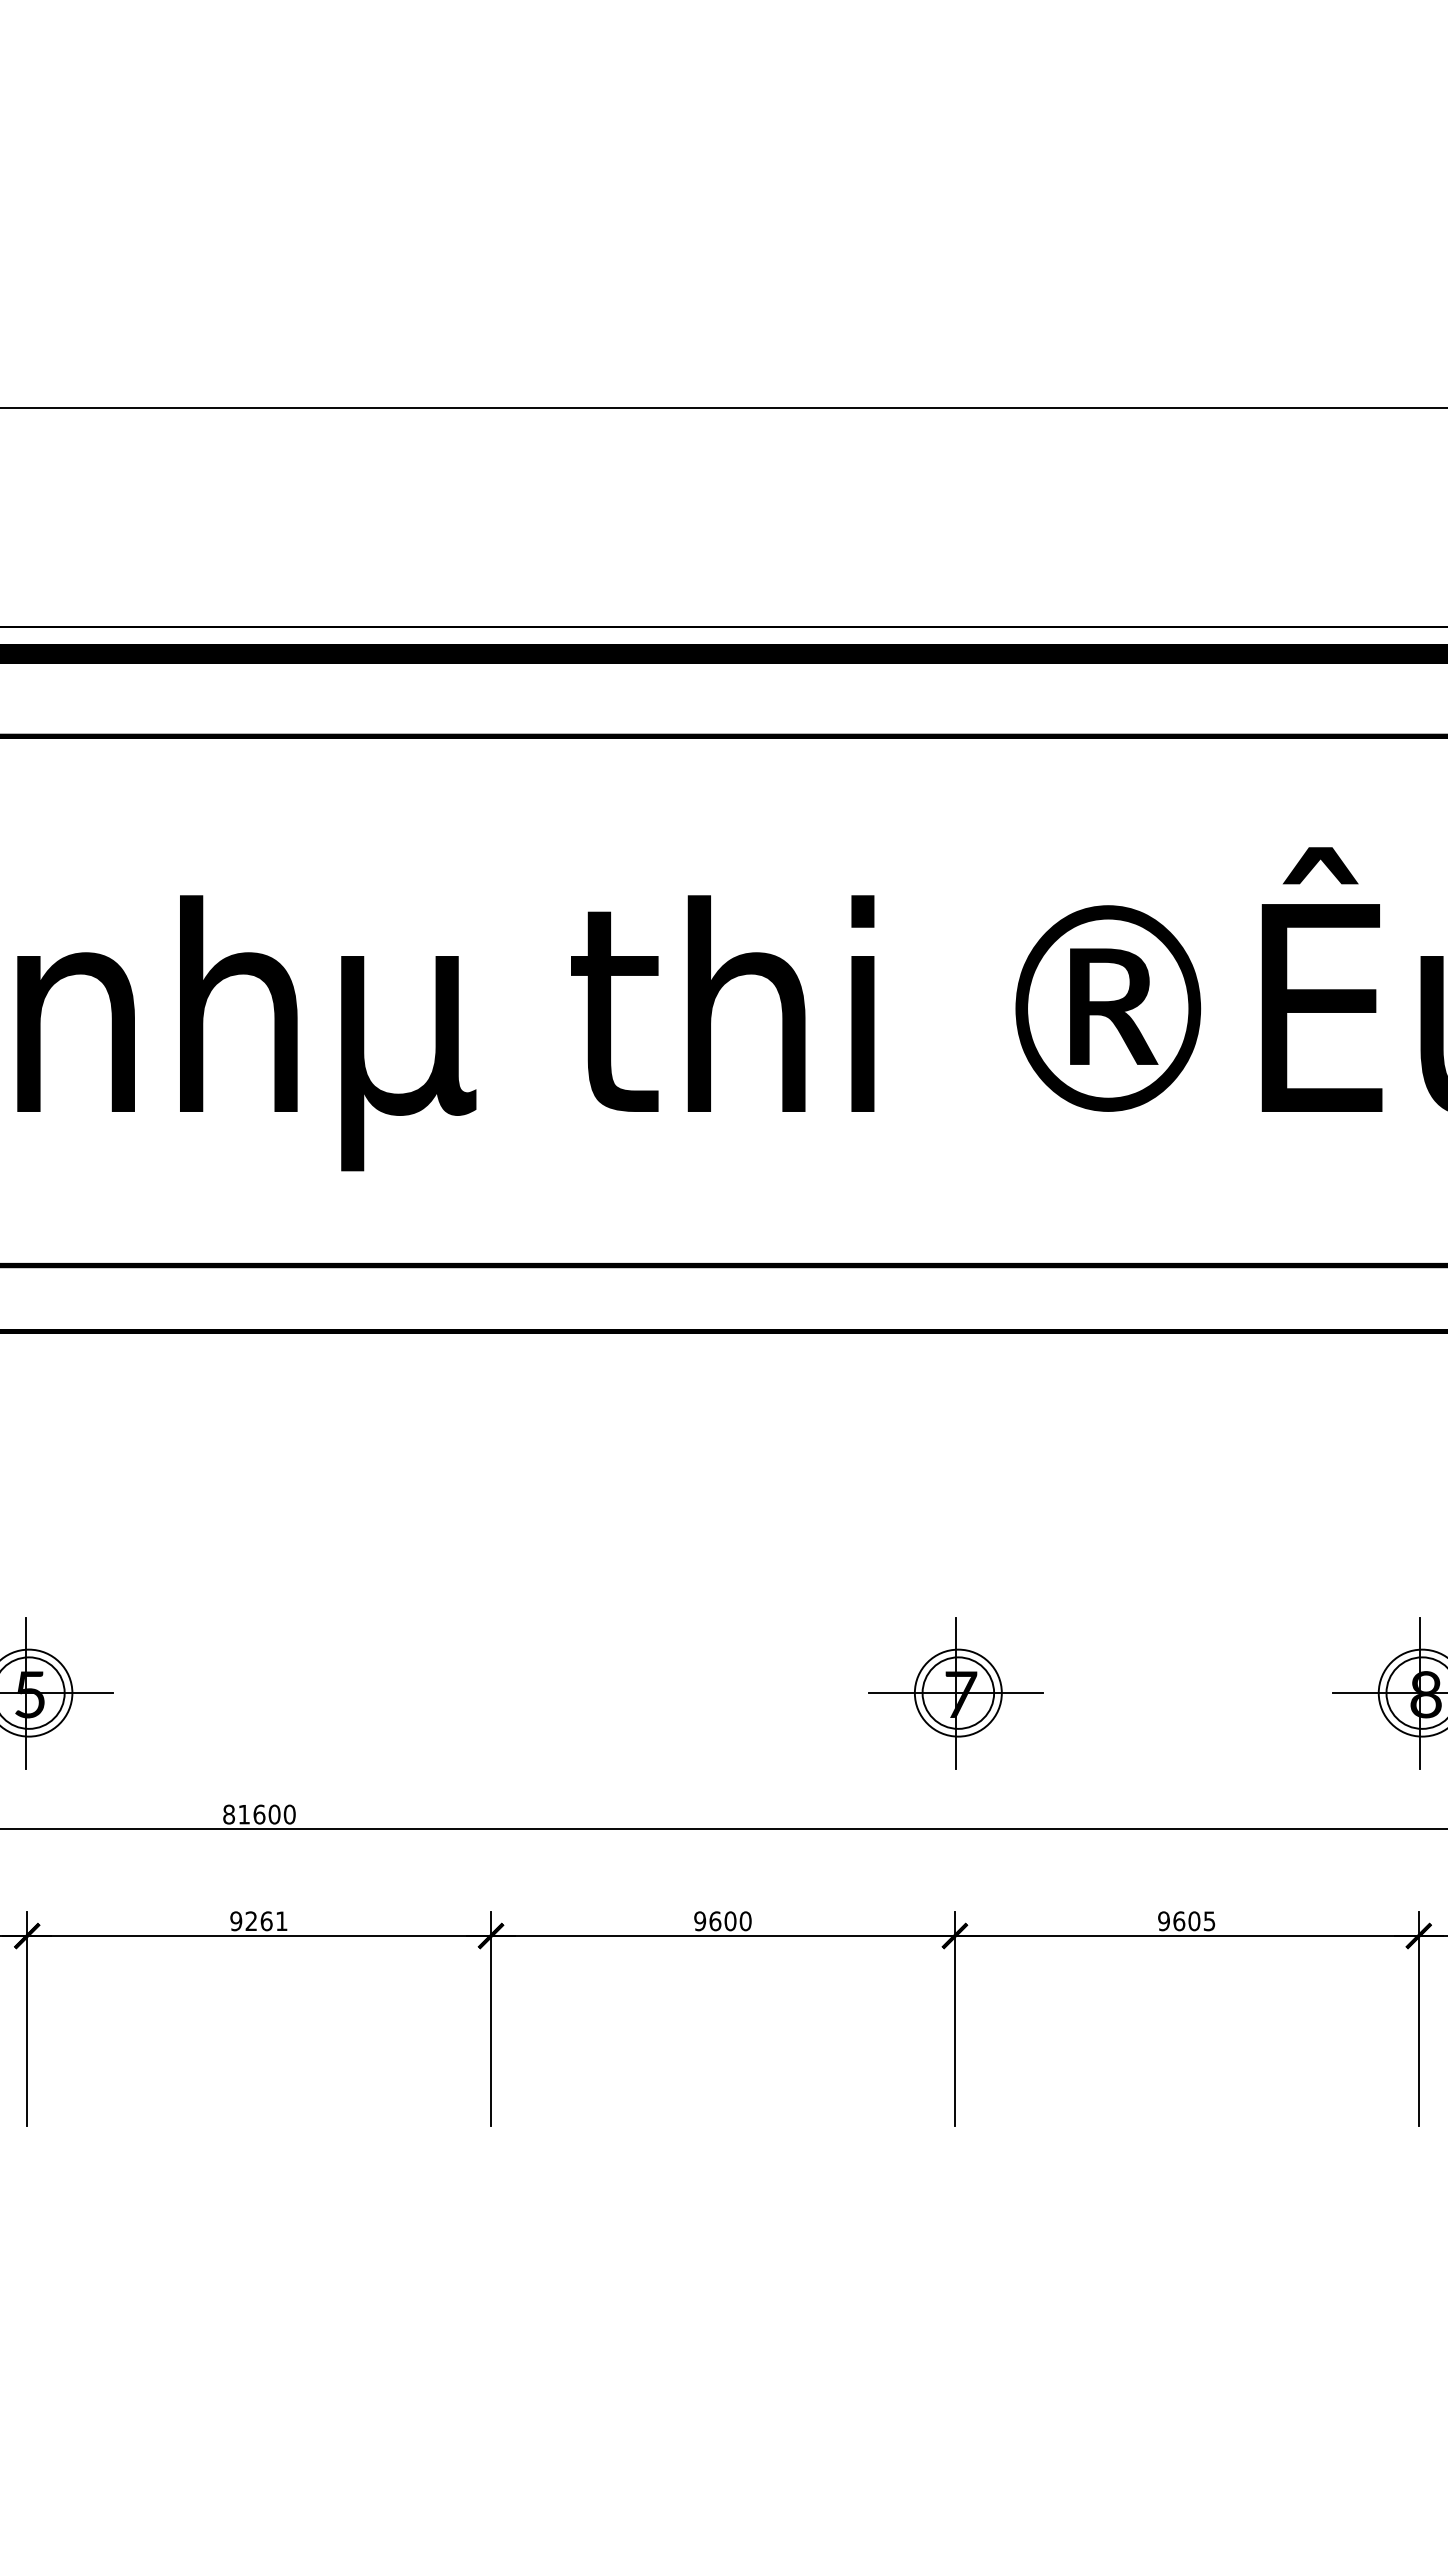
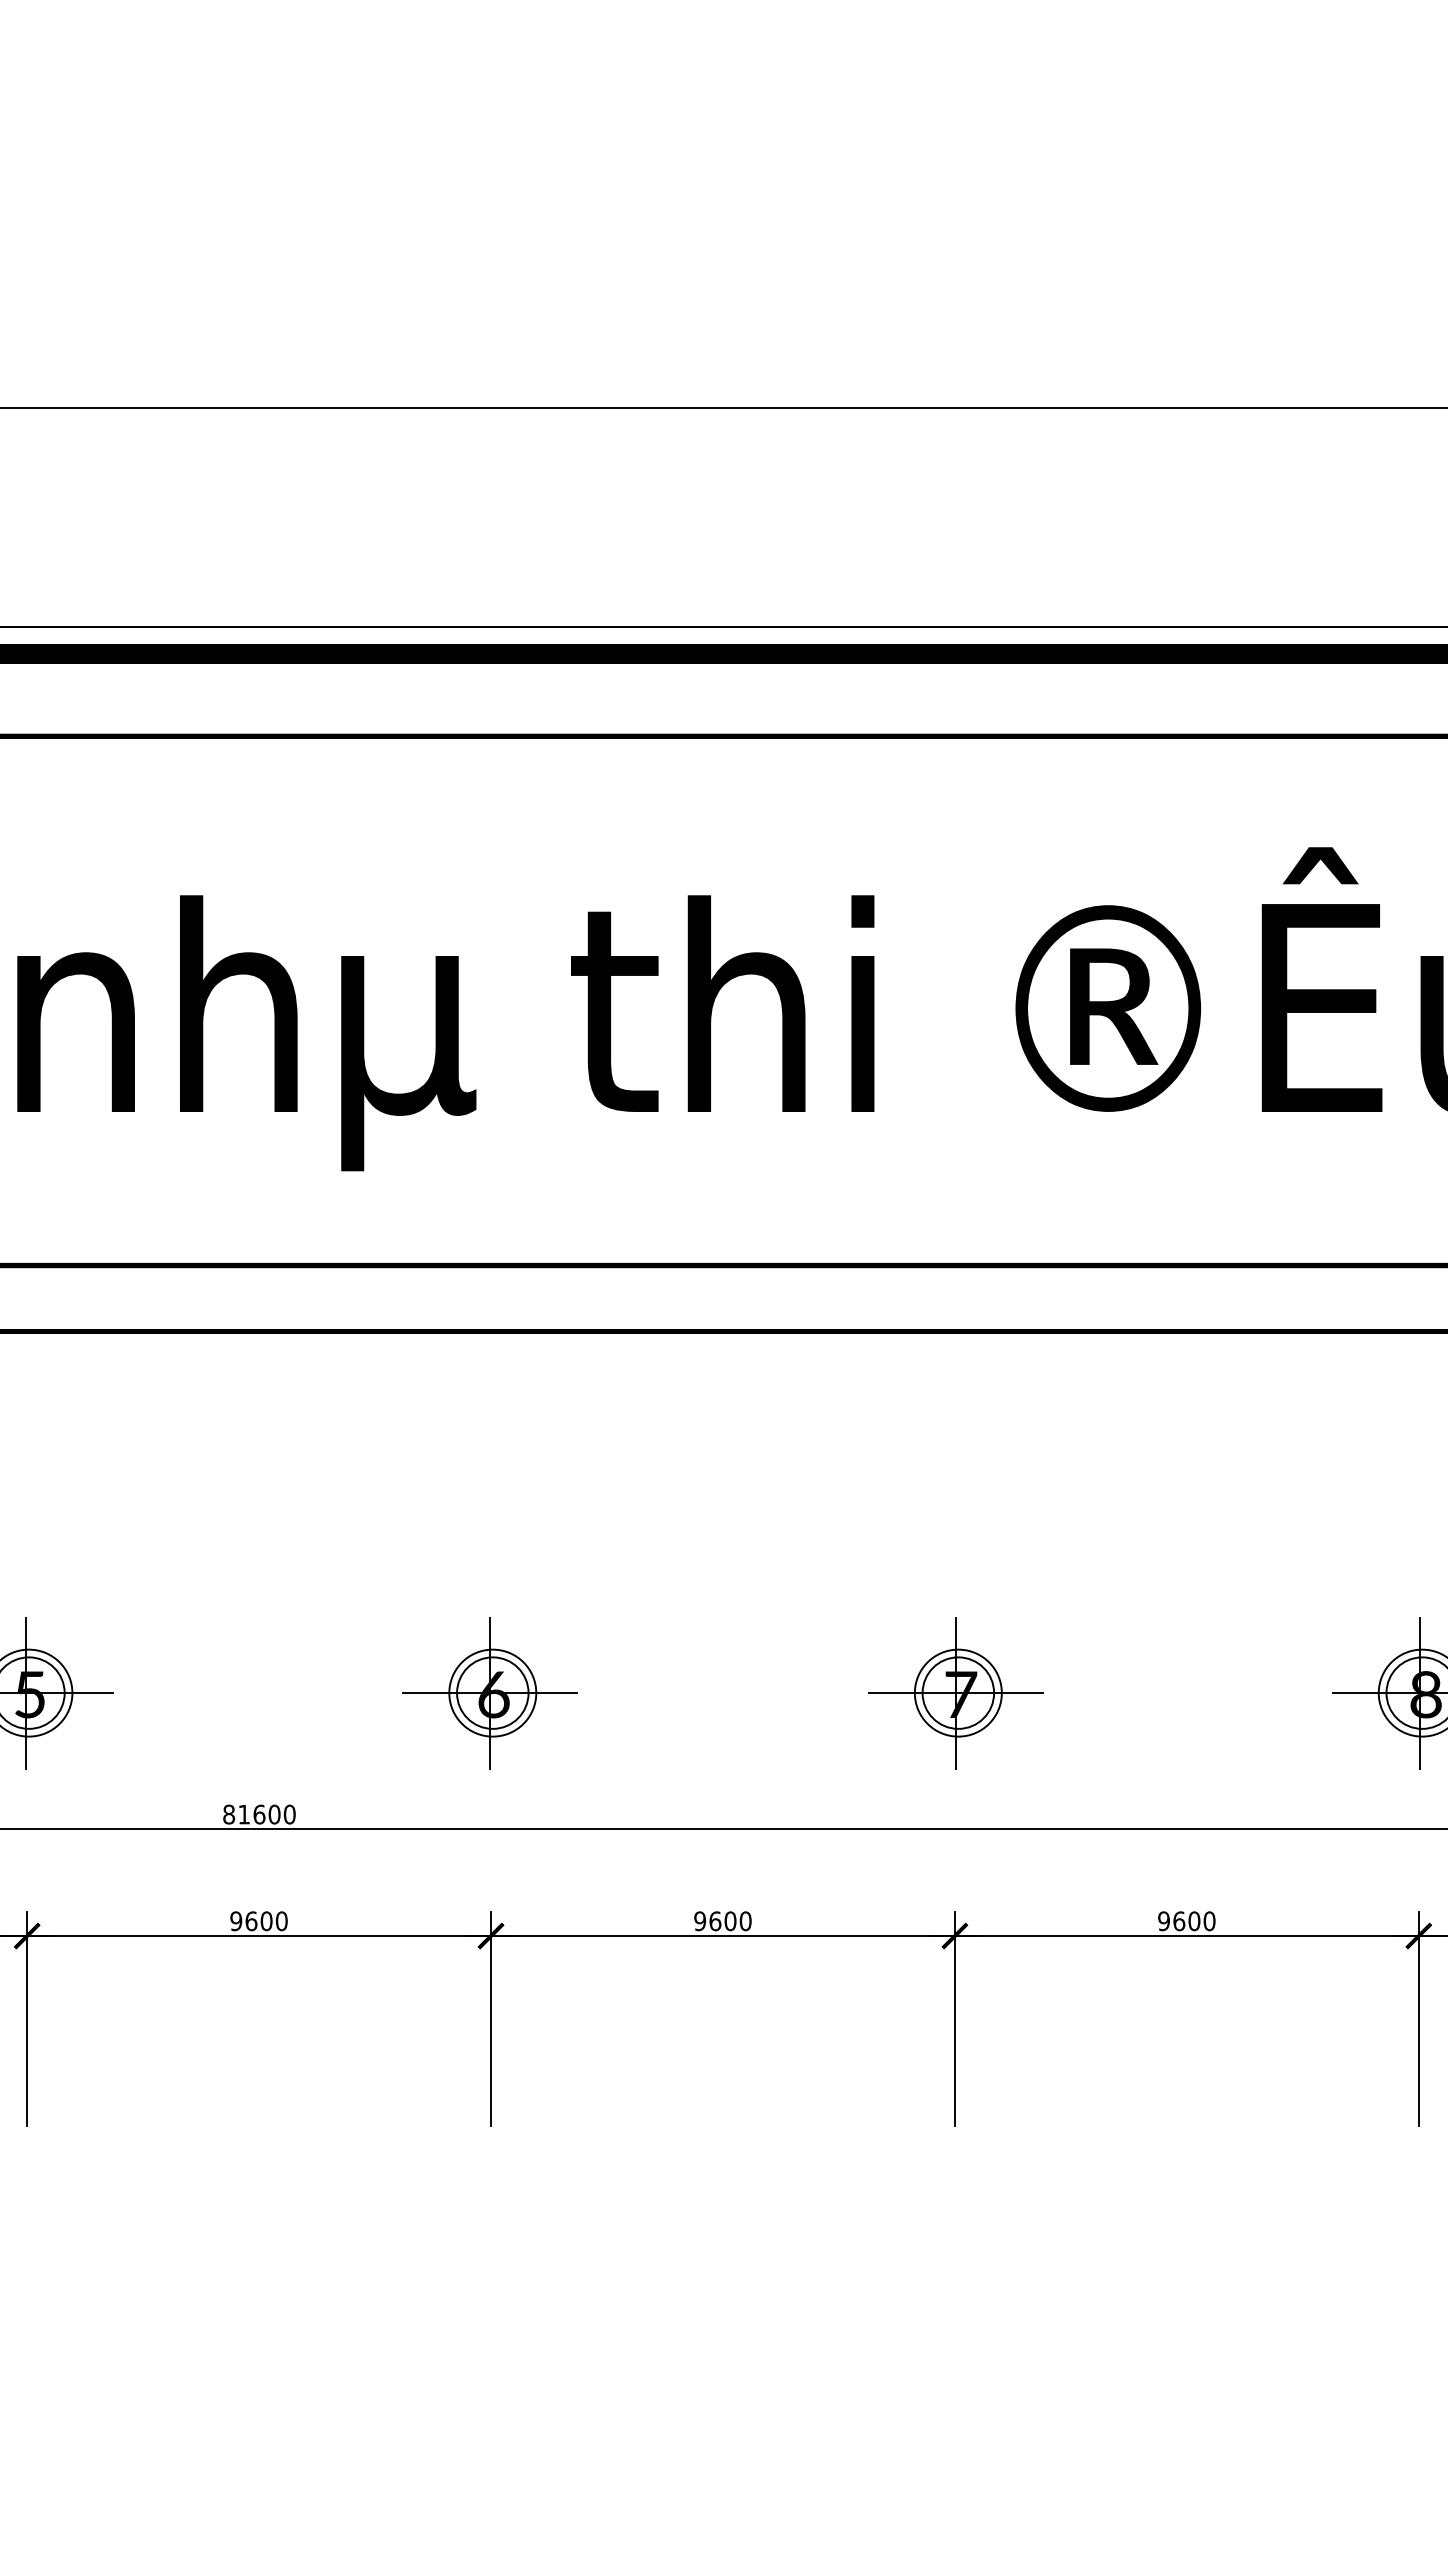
part at (489, 1693): none -> present
text at (266, 1921): 9261 -> 9600
text at (1209, 1921): 9605 -> 9600
